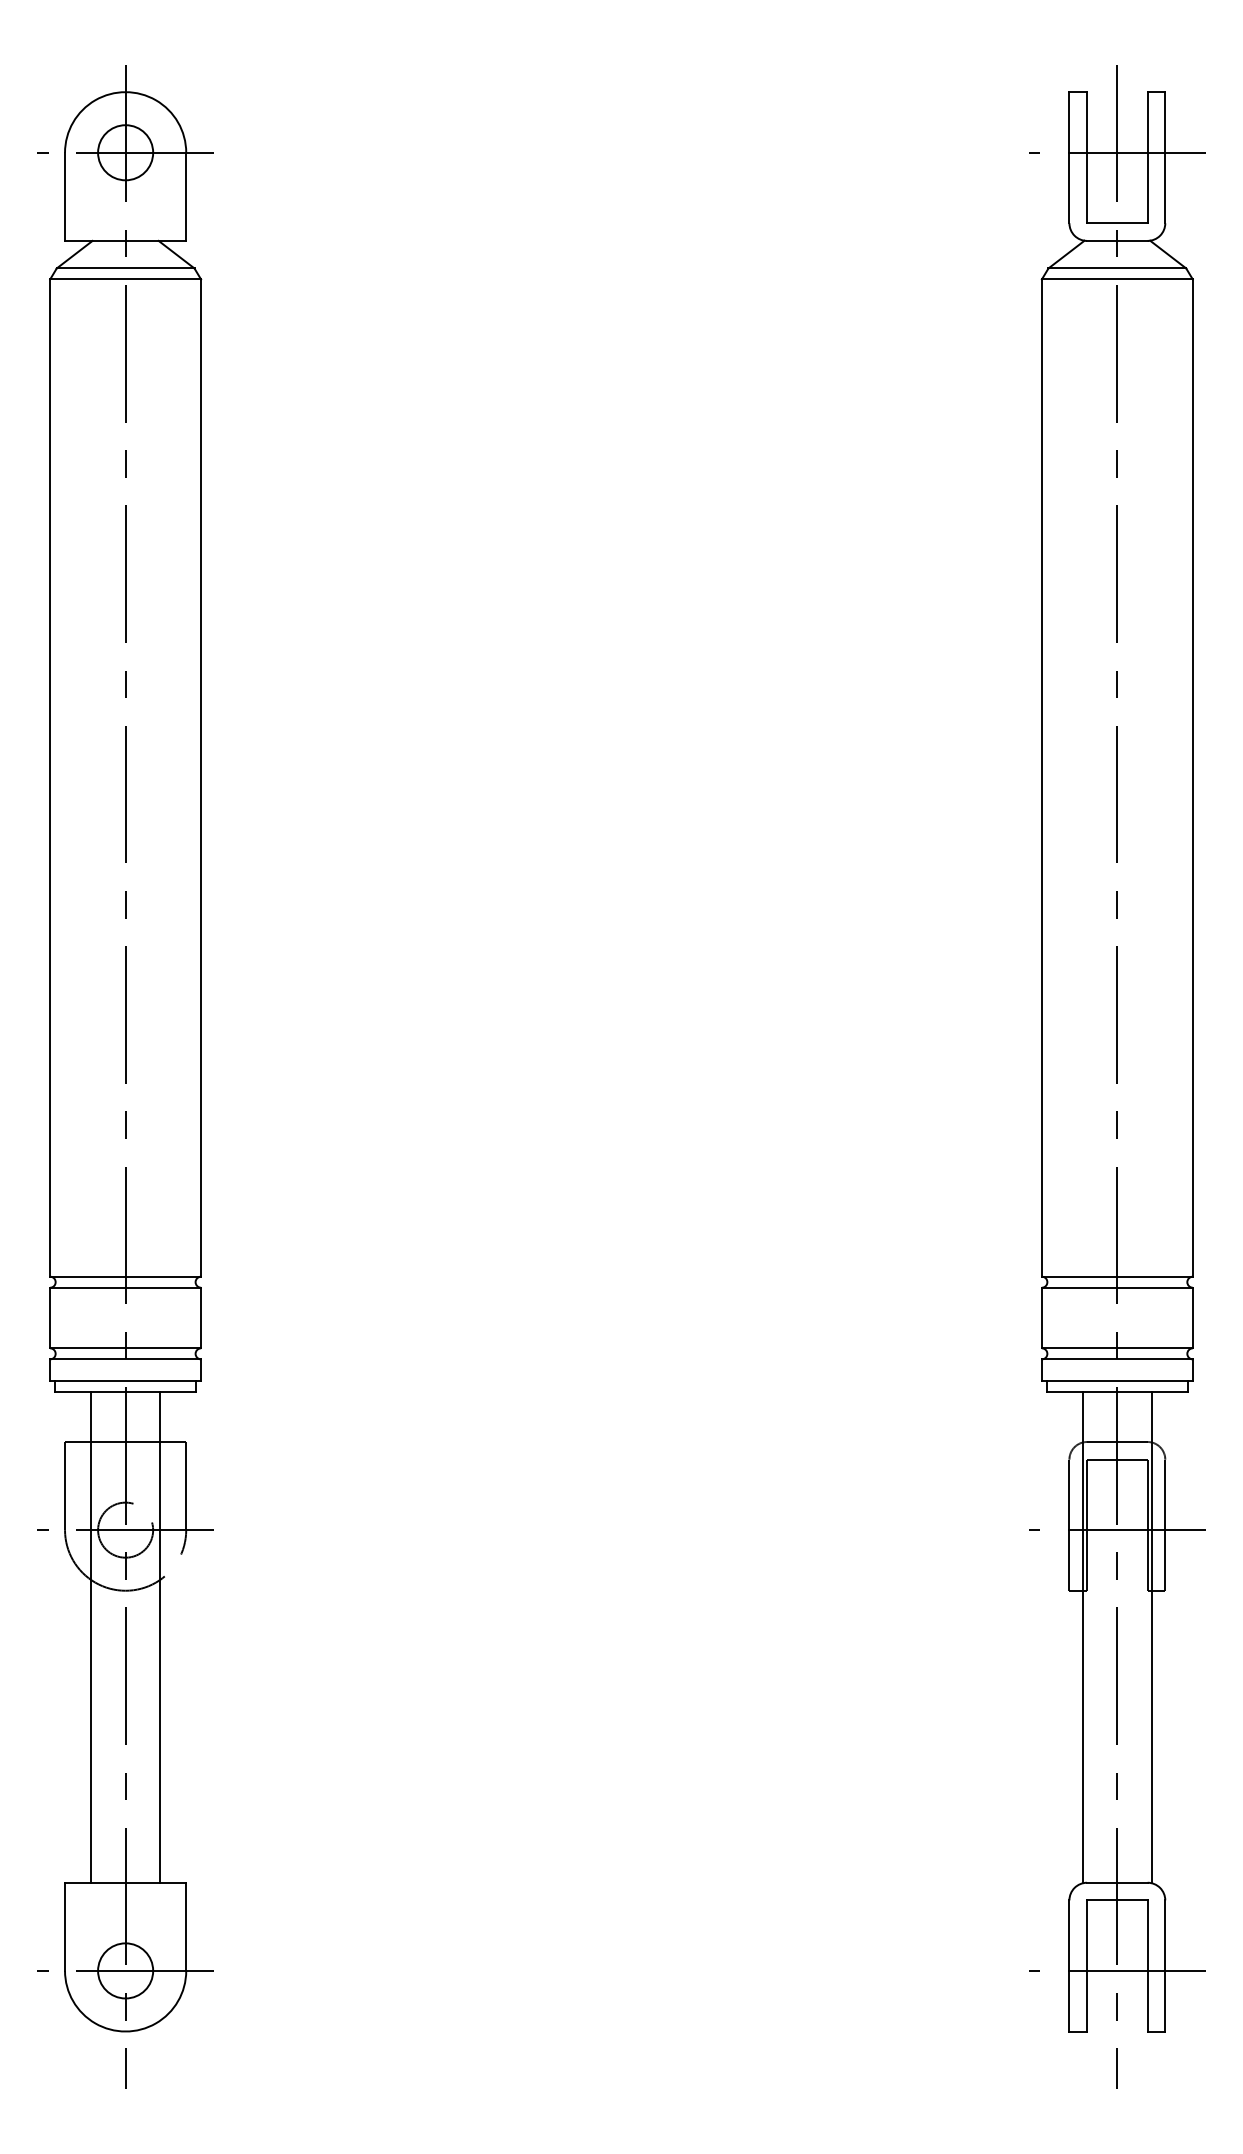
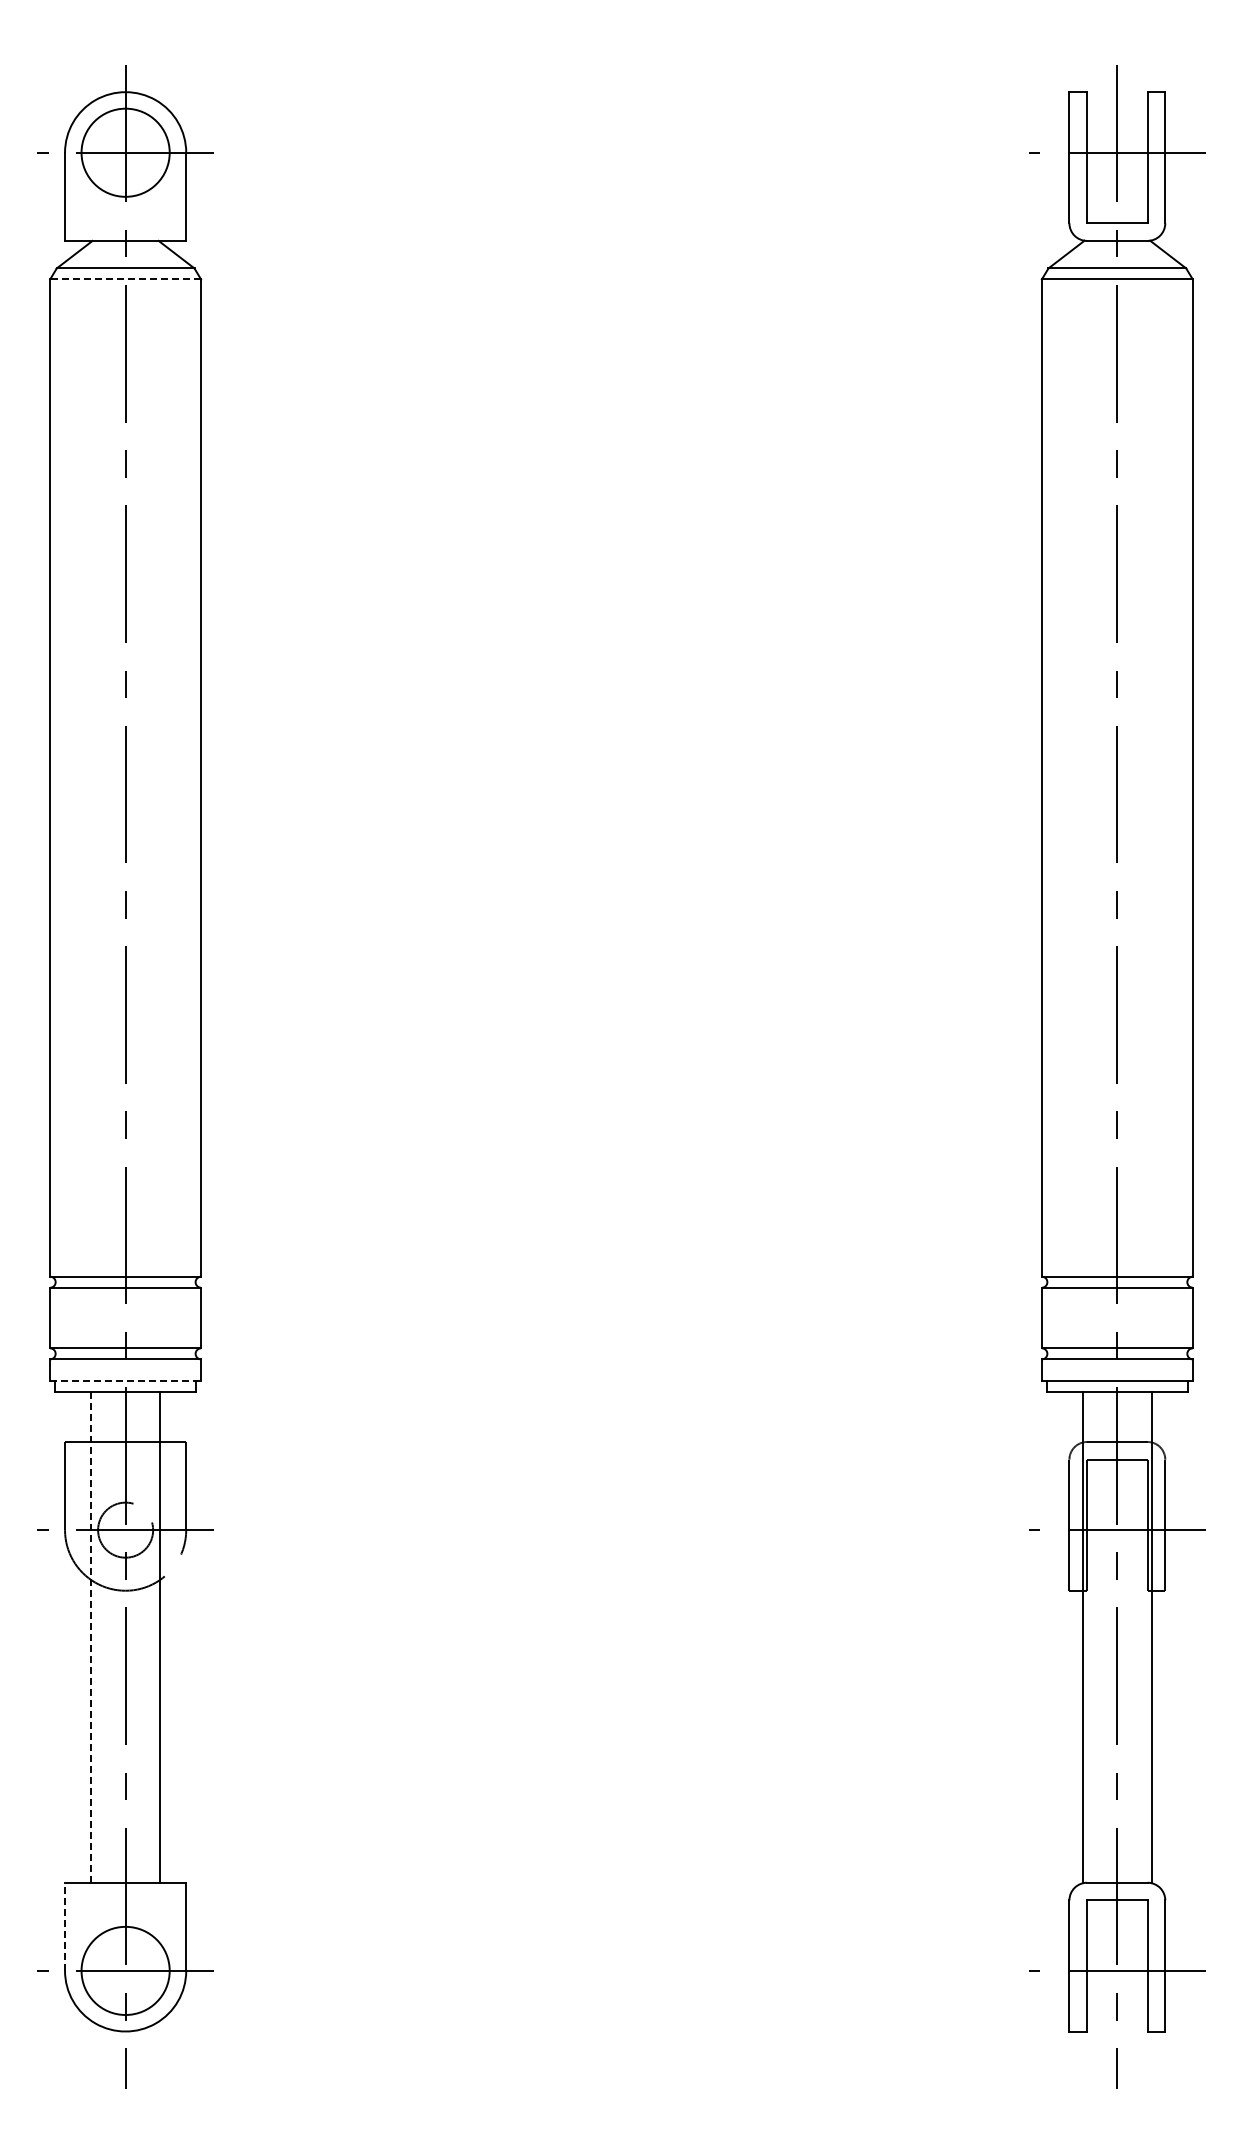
circle at (125, 152) diameter: 55 px -> 88 px
line at (125, 279): solid -> dashed
line at (126, 1381): solid -> dashed
line at (91, 1638): solid -> dashed
line at (65, 1926): solid -> dashed
circle at (125, 1970) diameter: 55 px -> 88 px
